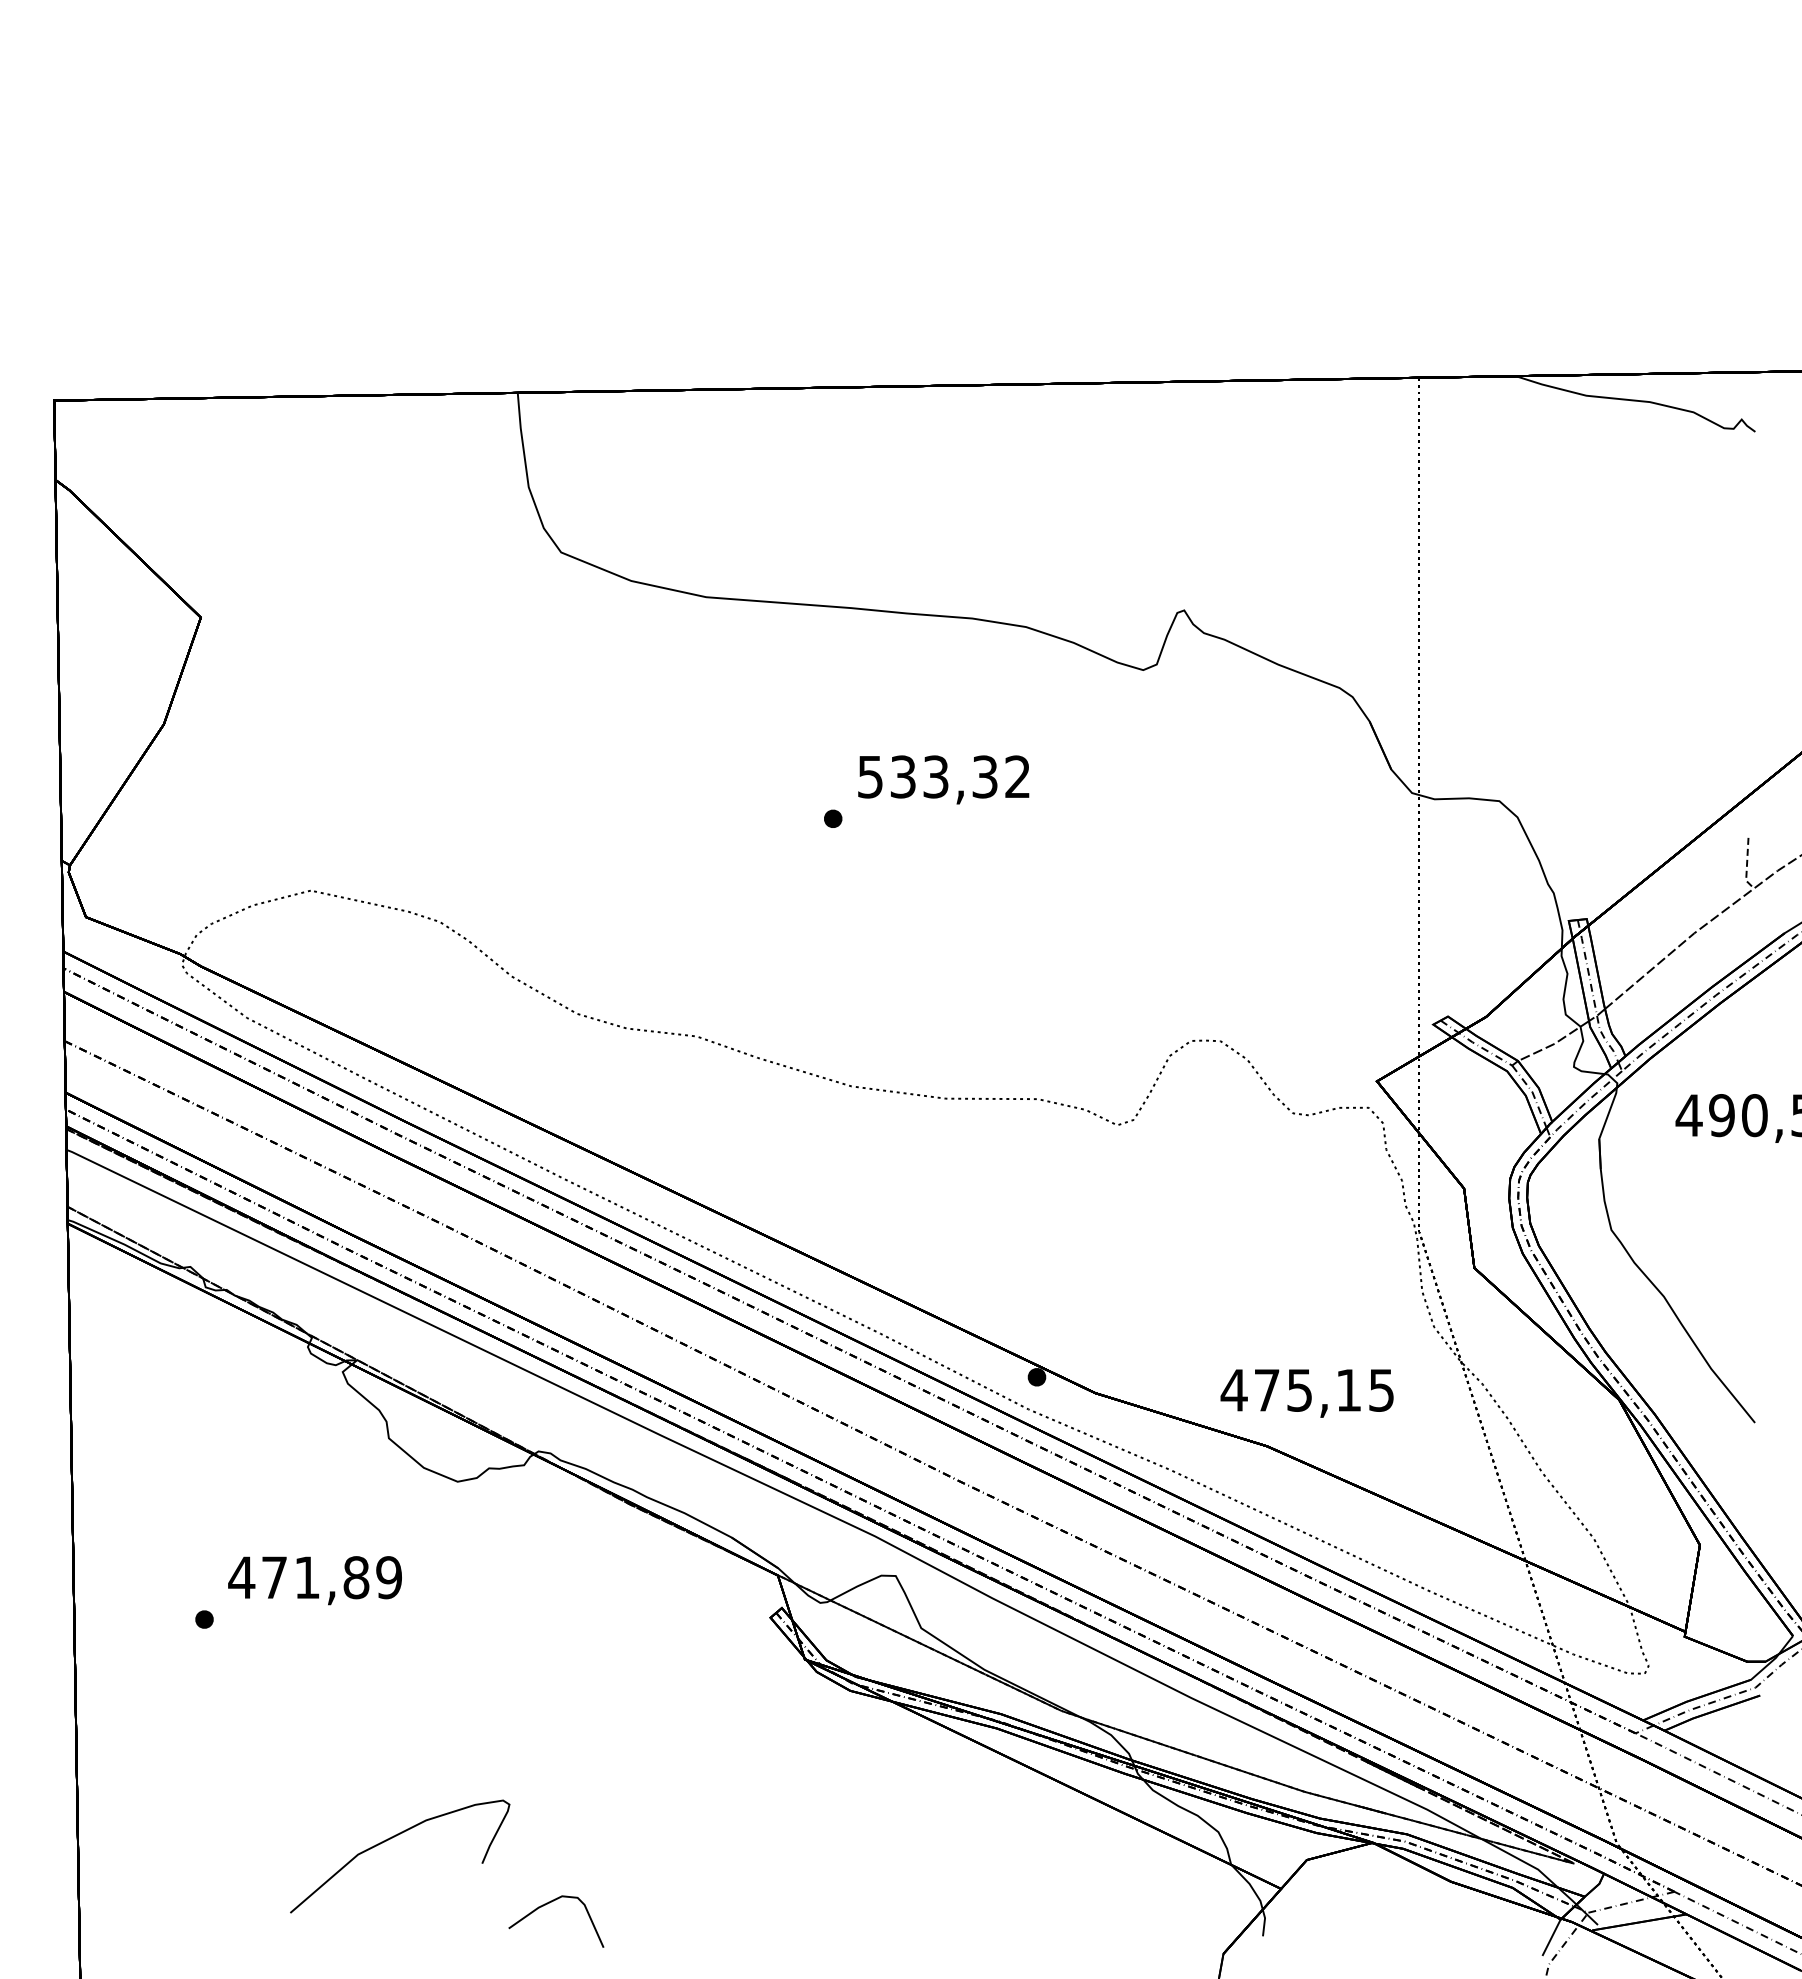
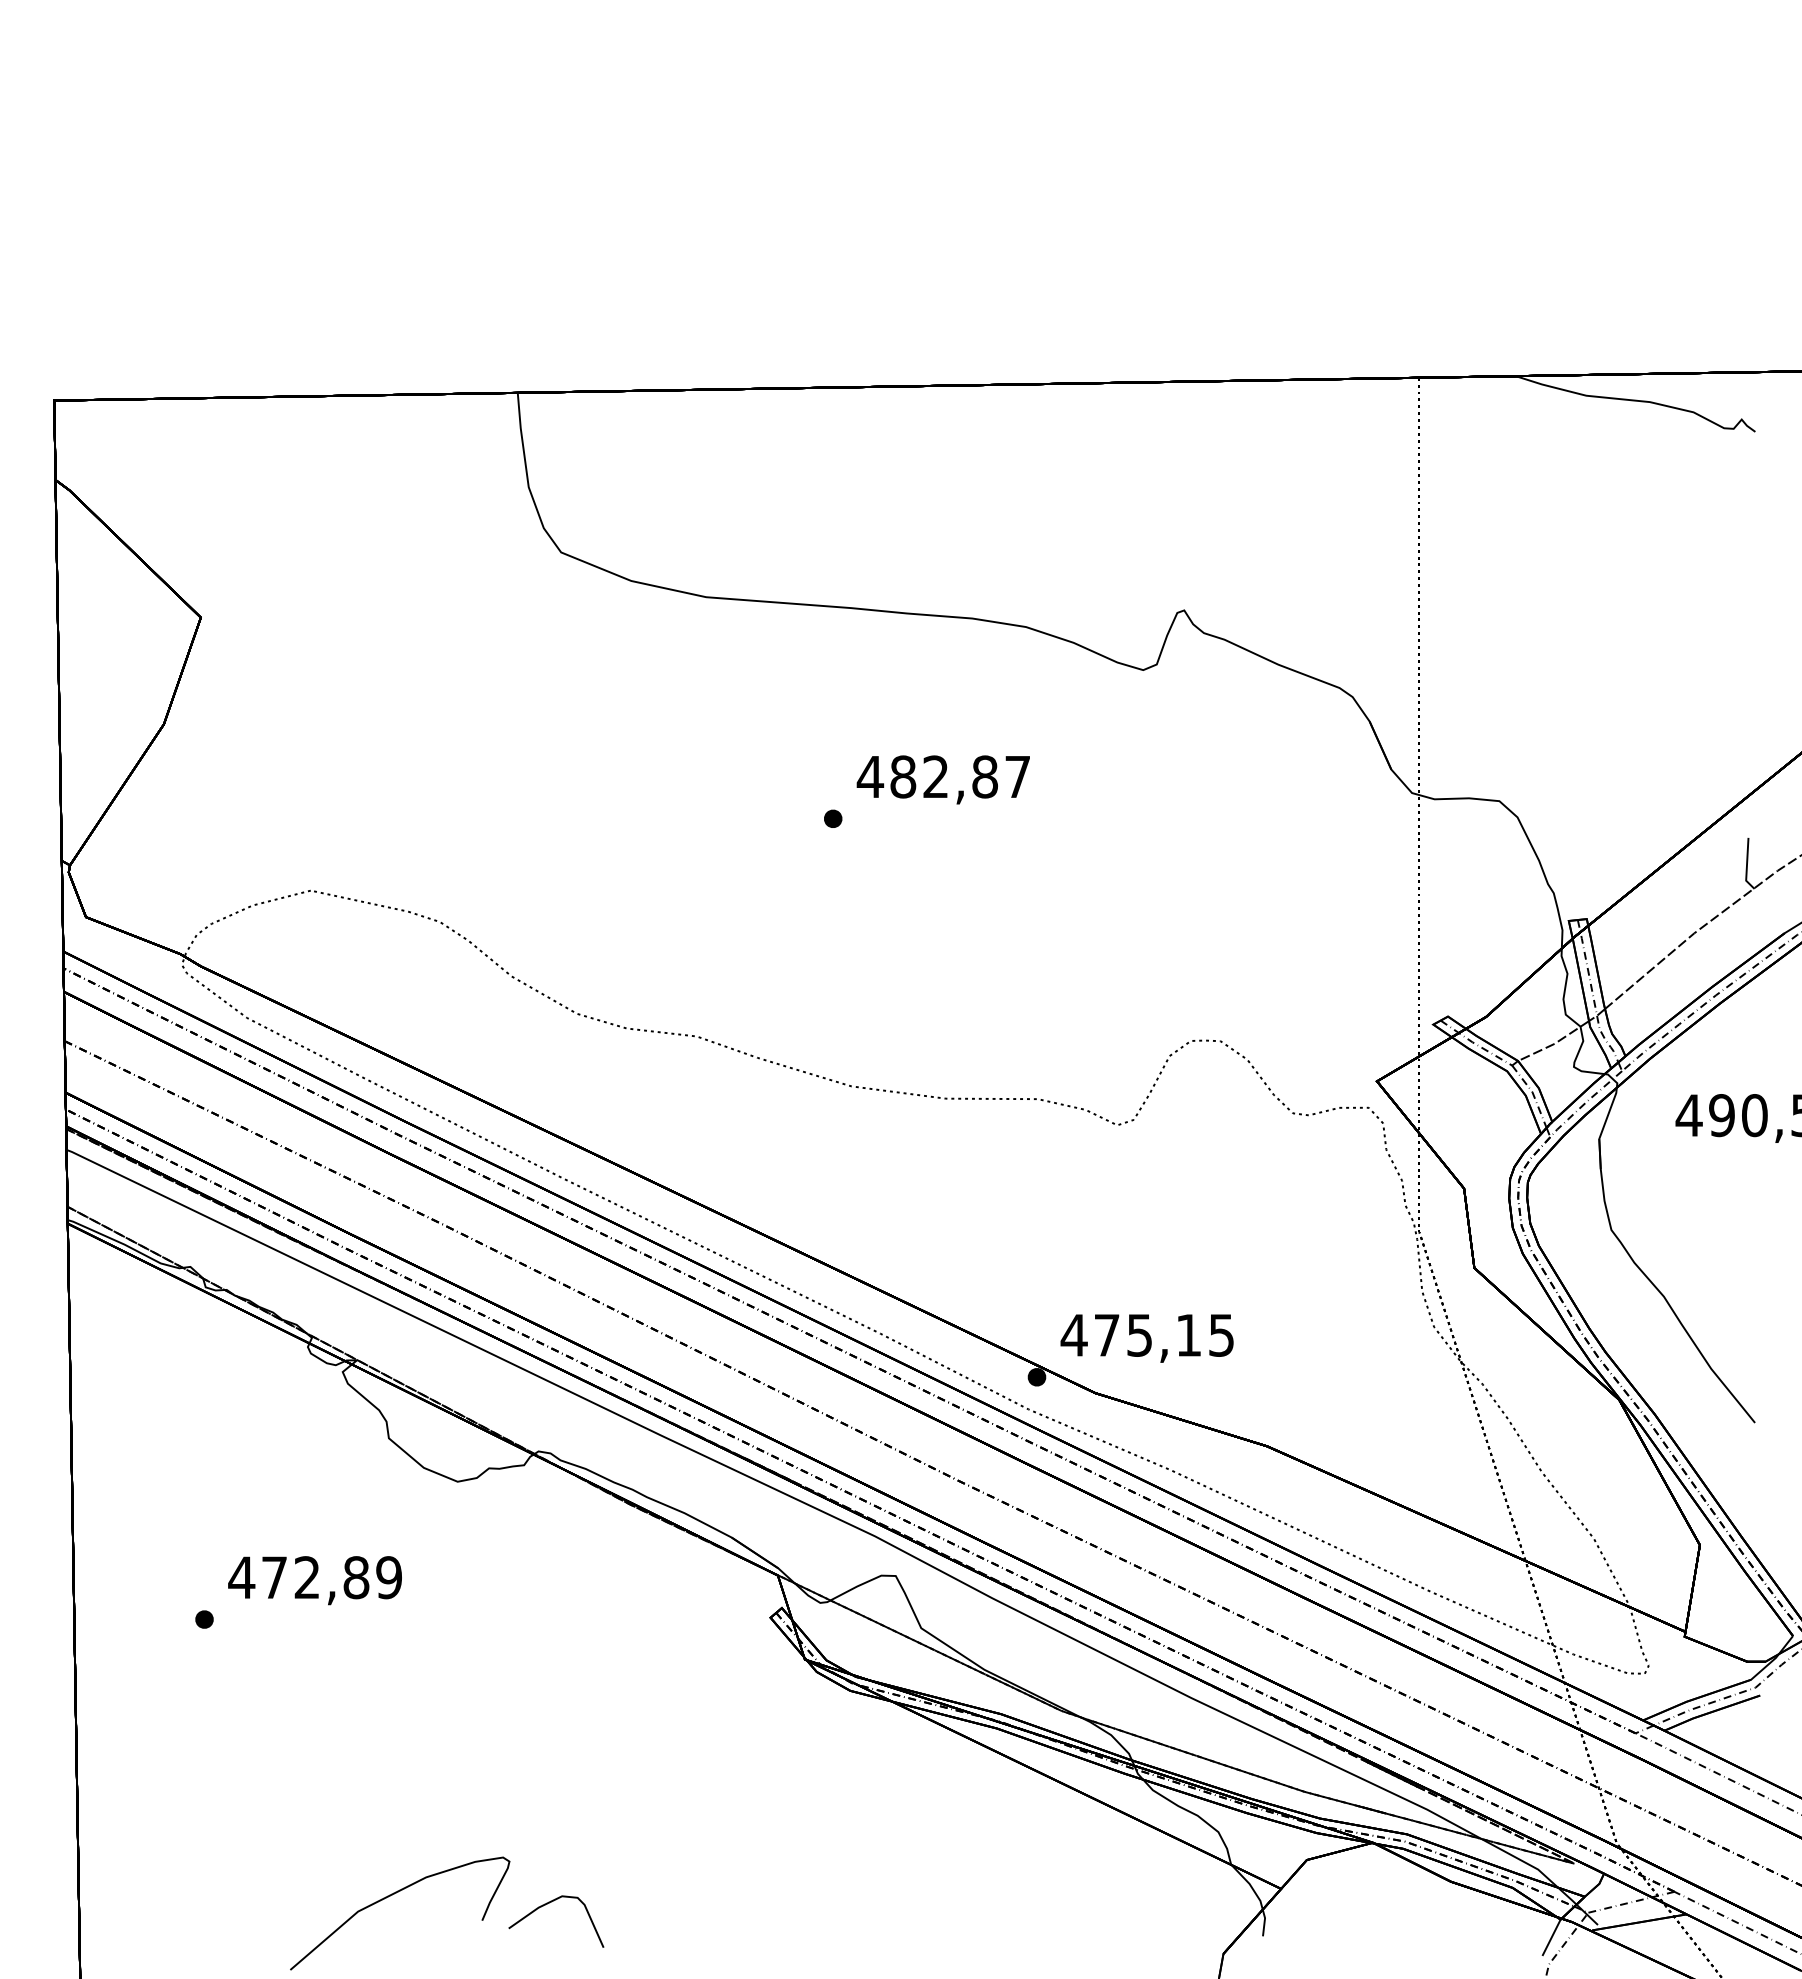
text at (942, 776): 533,32 -> 482,87
line at (1746, 865): dashed -> solid
text at (1306, 1393) position: (1306, 1393) -> (1146, 1338)
text at (306, 1577): 471,89 -> 472,89
curve at (392, 1838) position: (392, 1838) -> (392, 1895)
